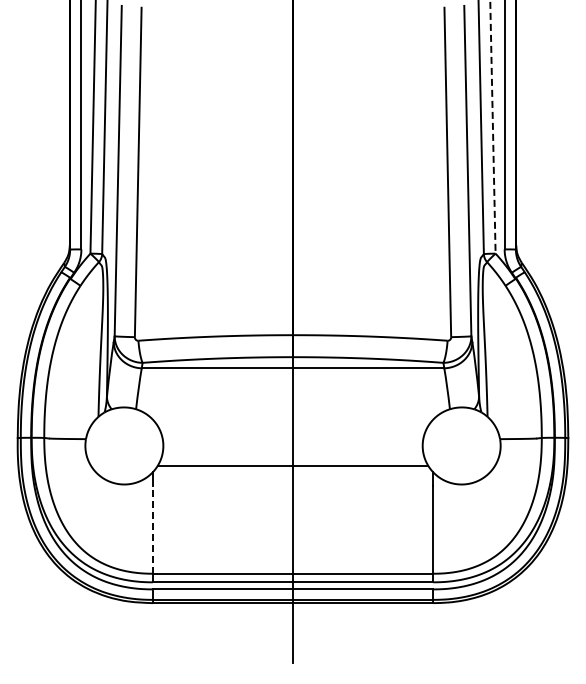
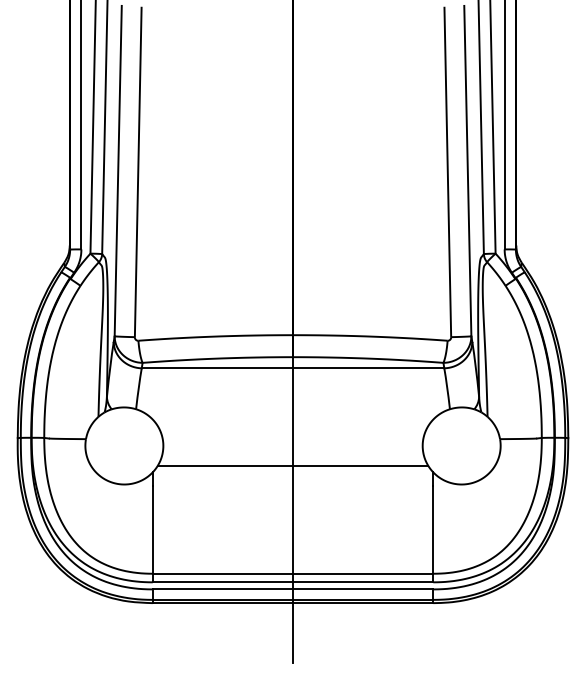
line at (492, 127): dashed -> solid
line at (152, 529): dashed -> solid
